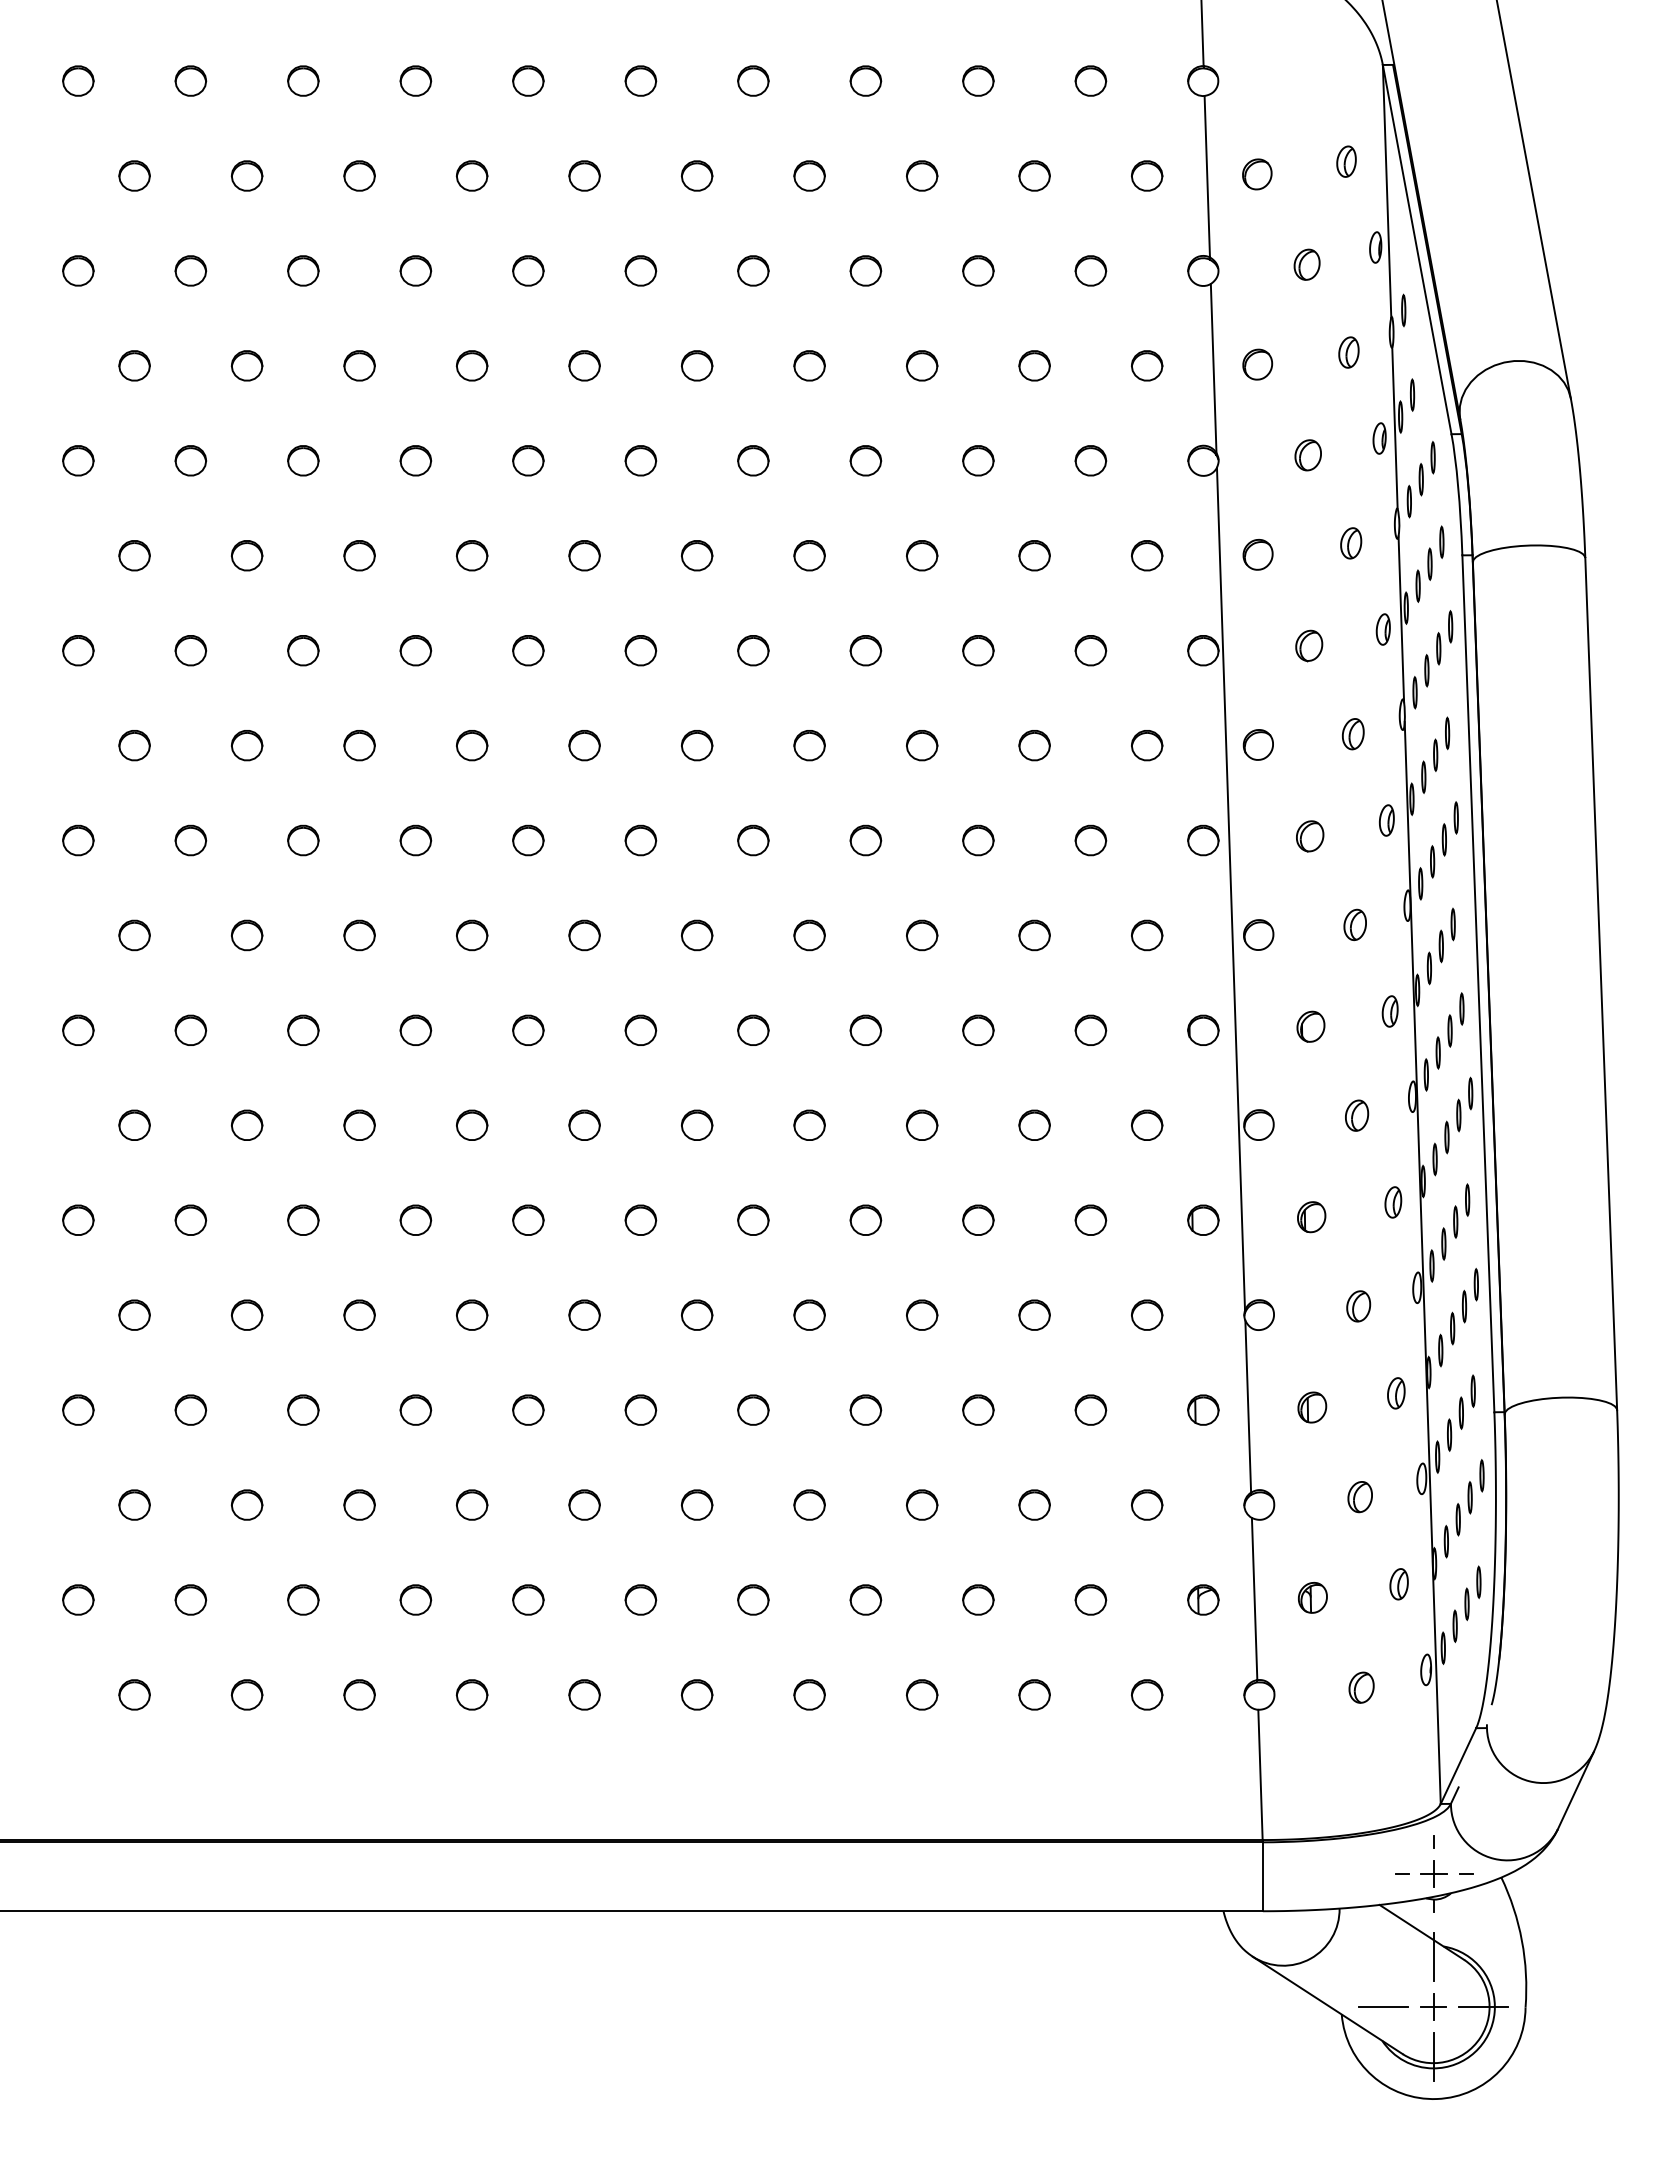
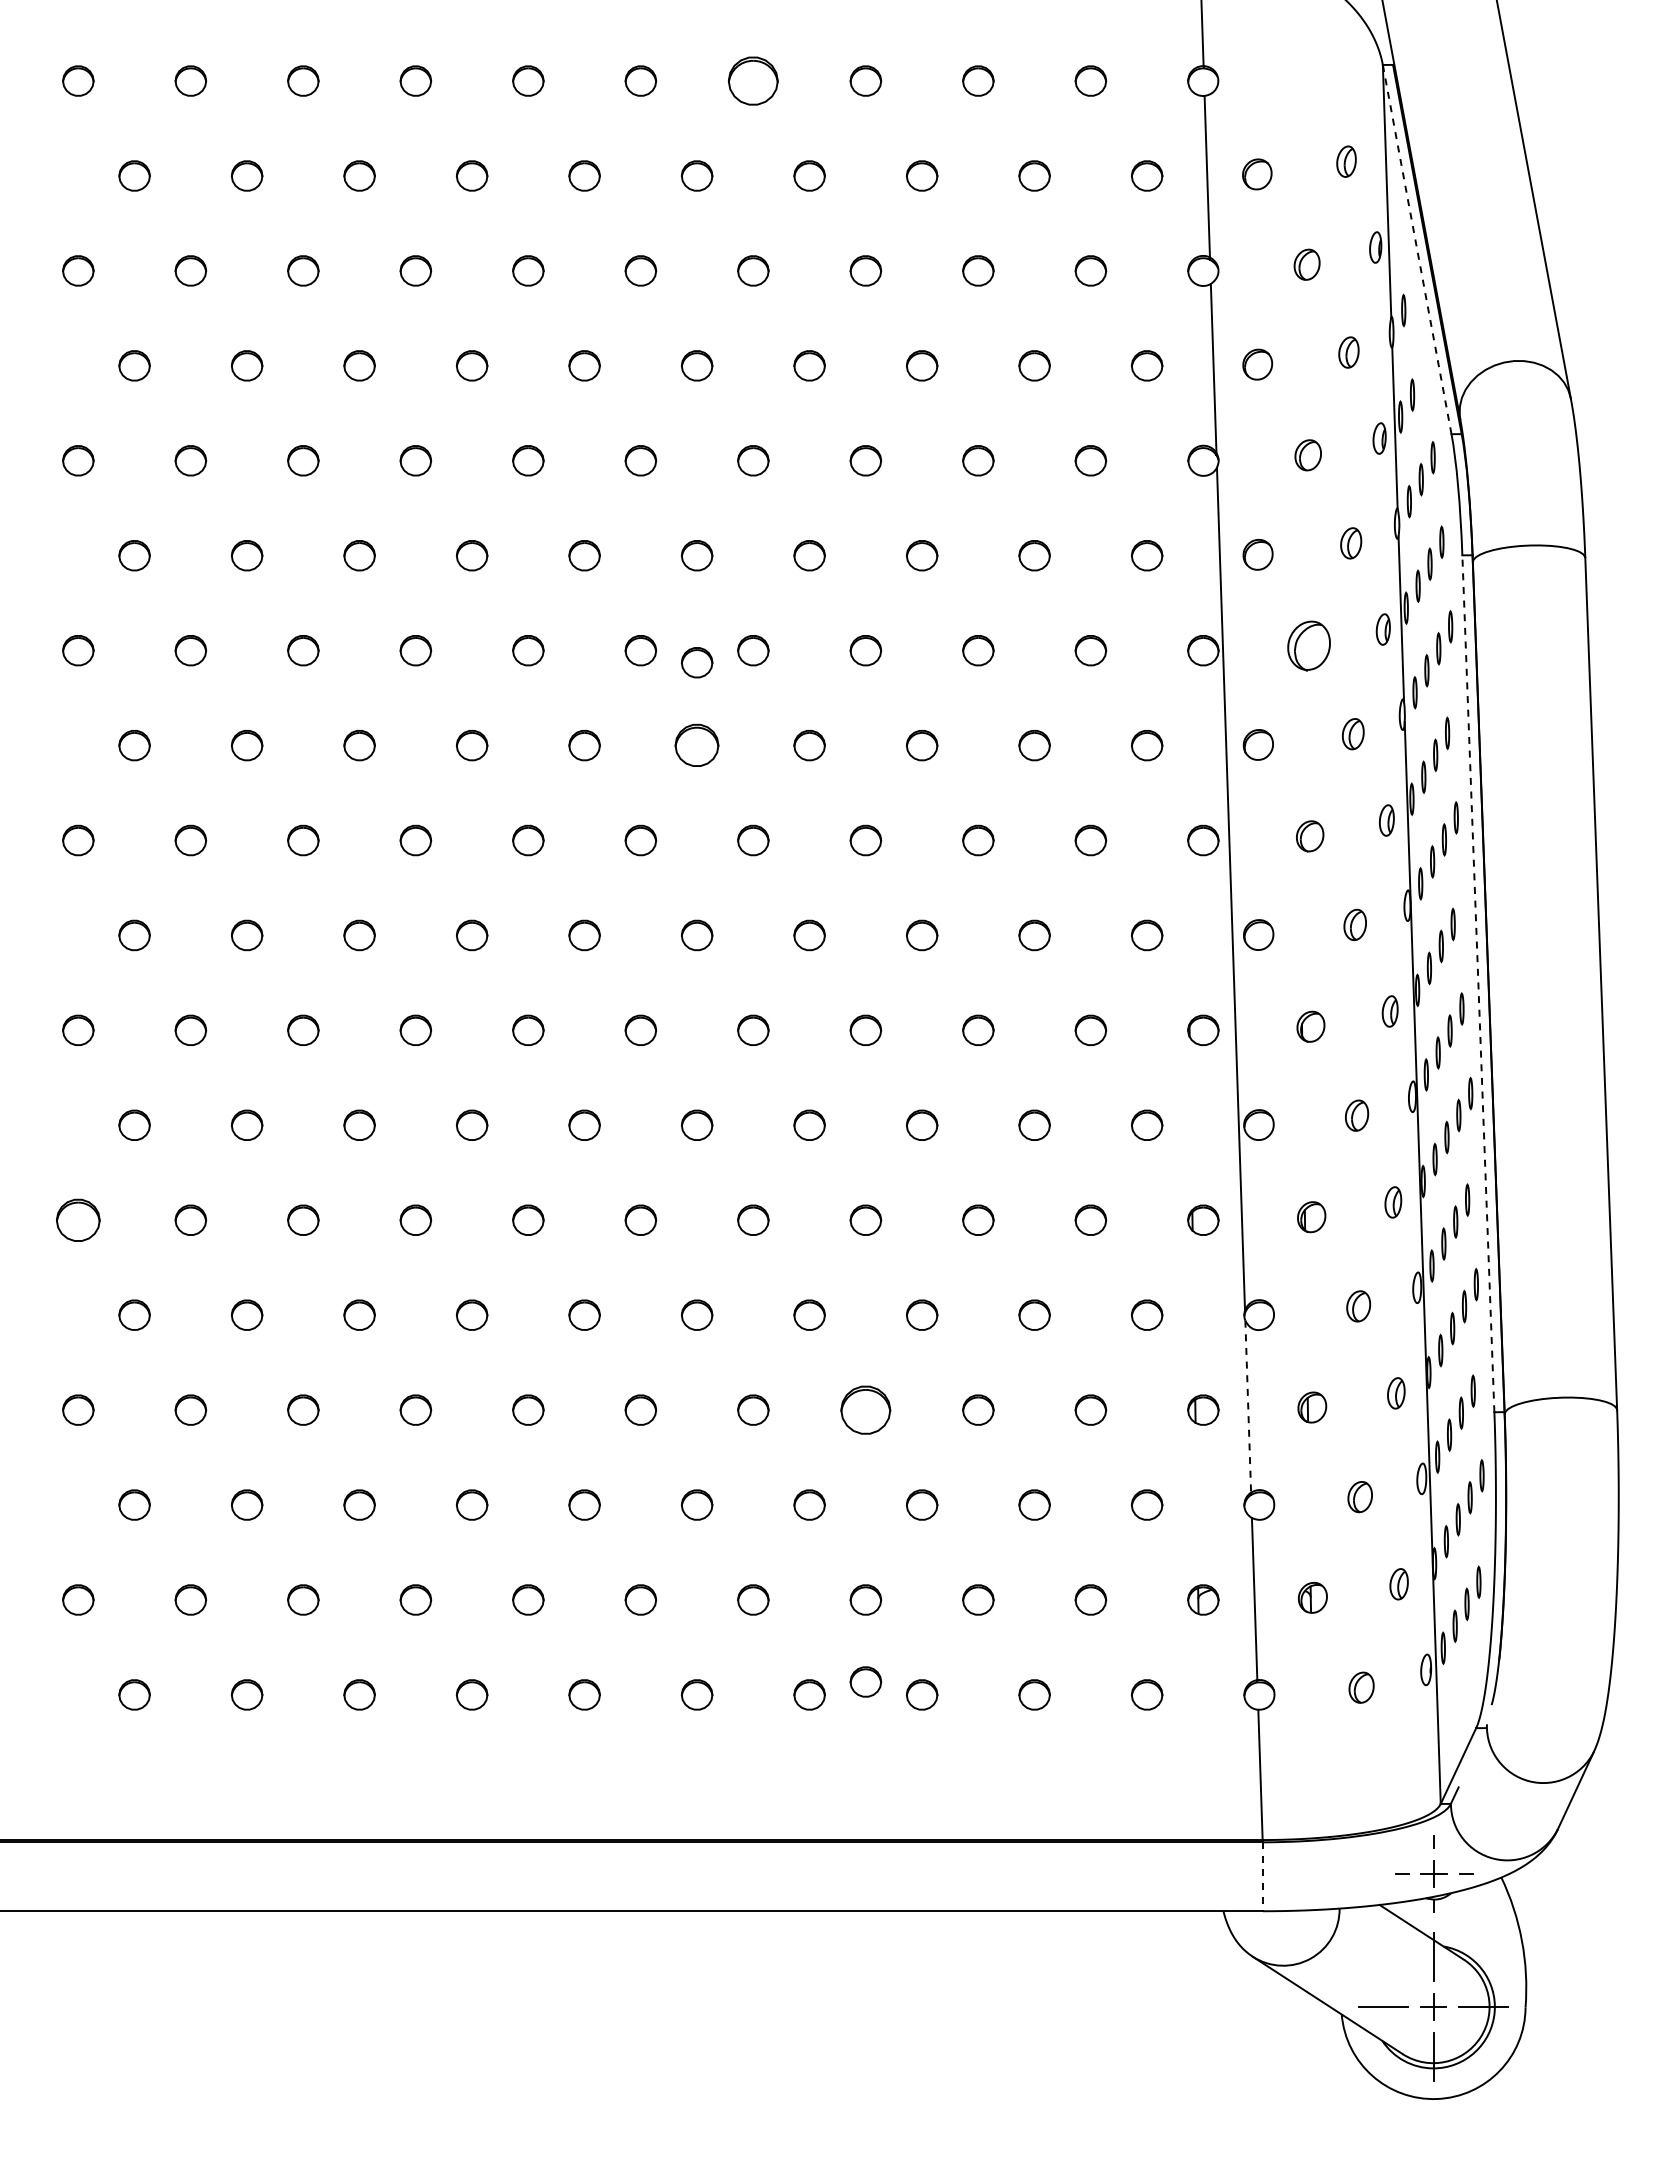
part at (753, 80) size: 33x32 px -> 51x50 px
line at (1417, 249): solid -> dashed
part at (1309, 645) size: 29x34 px -> 44x52 px
part at (697, 662): none -> present
part at (697, 745) size: 33x32 px -> 46x44 px
line at (1478, 983): solid -> dashed
part at (78, 1219) size: 33x32 px -> 45x44 px
line at (1248, 1407): solid -> dashed
part at (865, 1409) size: 34x32 px -> 52x50 px
part at (865, 1681): none -> present
line at (1262, 1876): solid -> dashed
